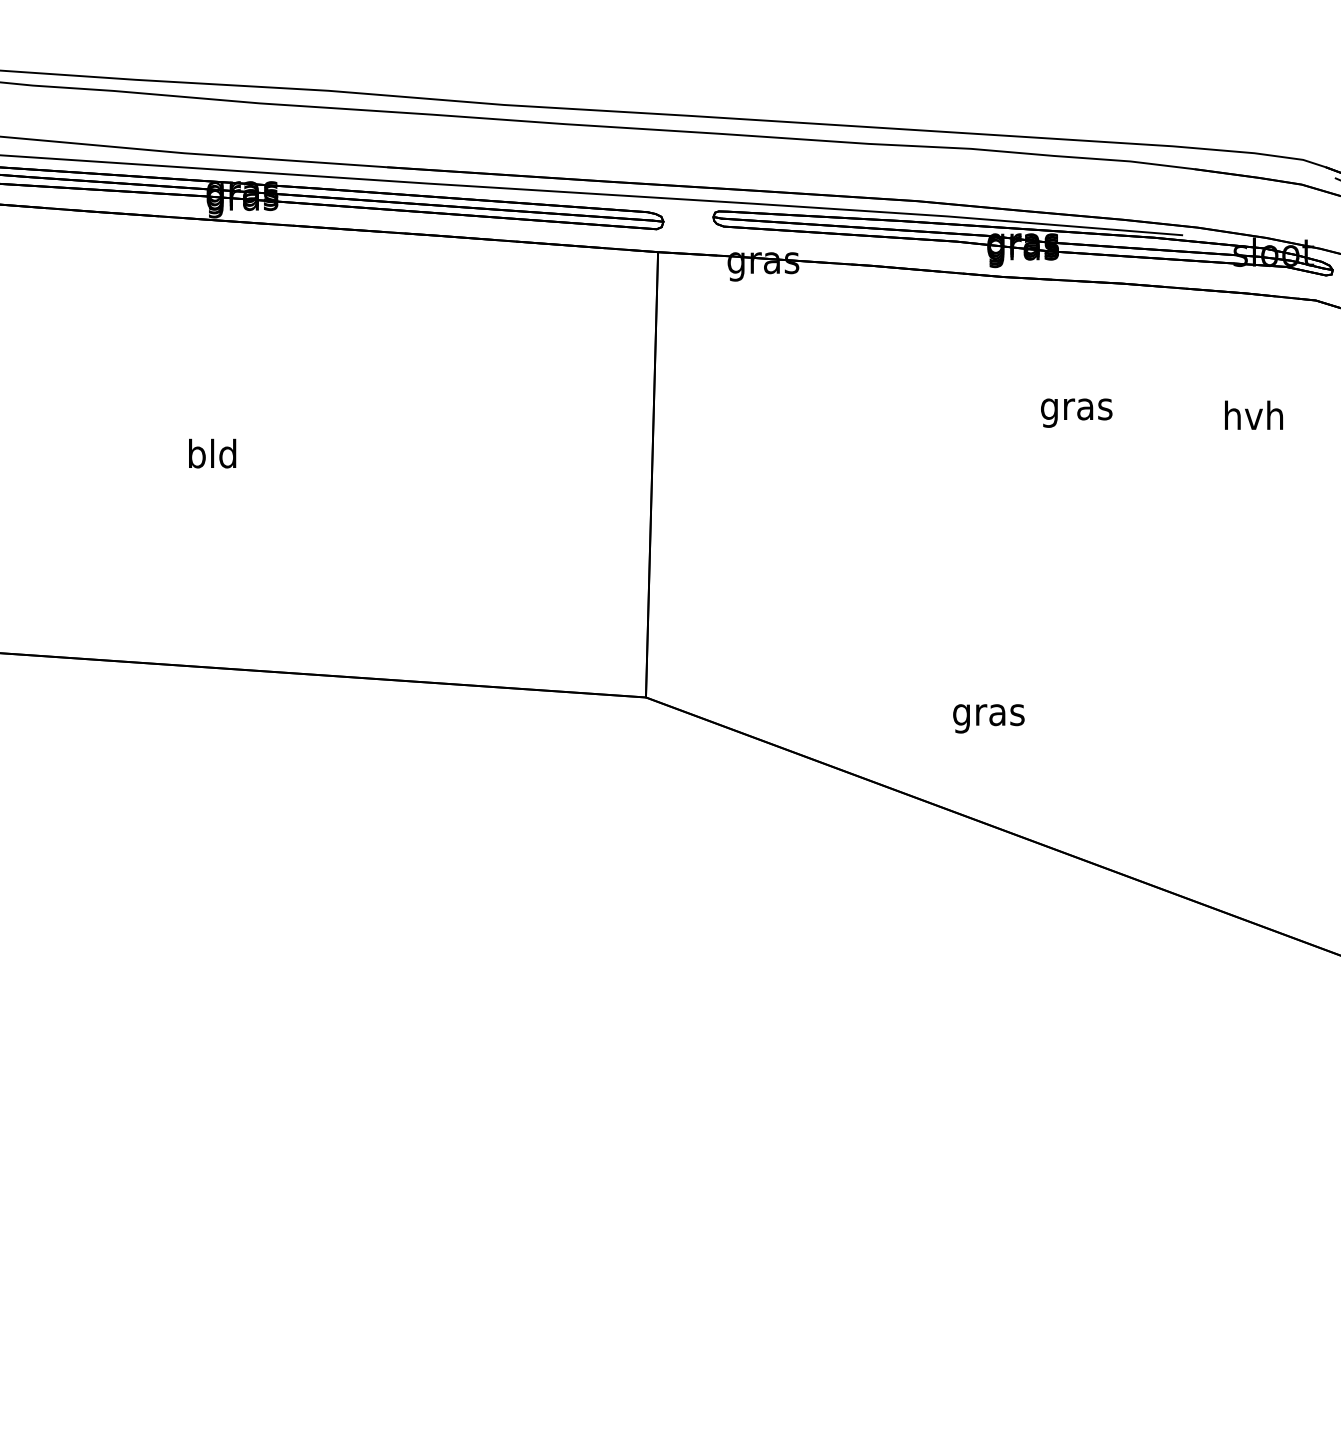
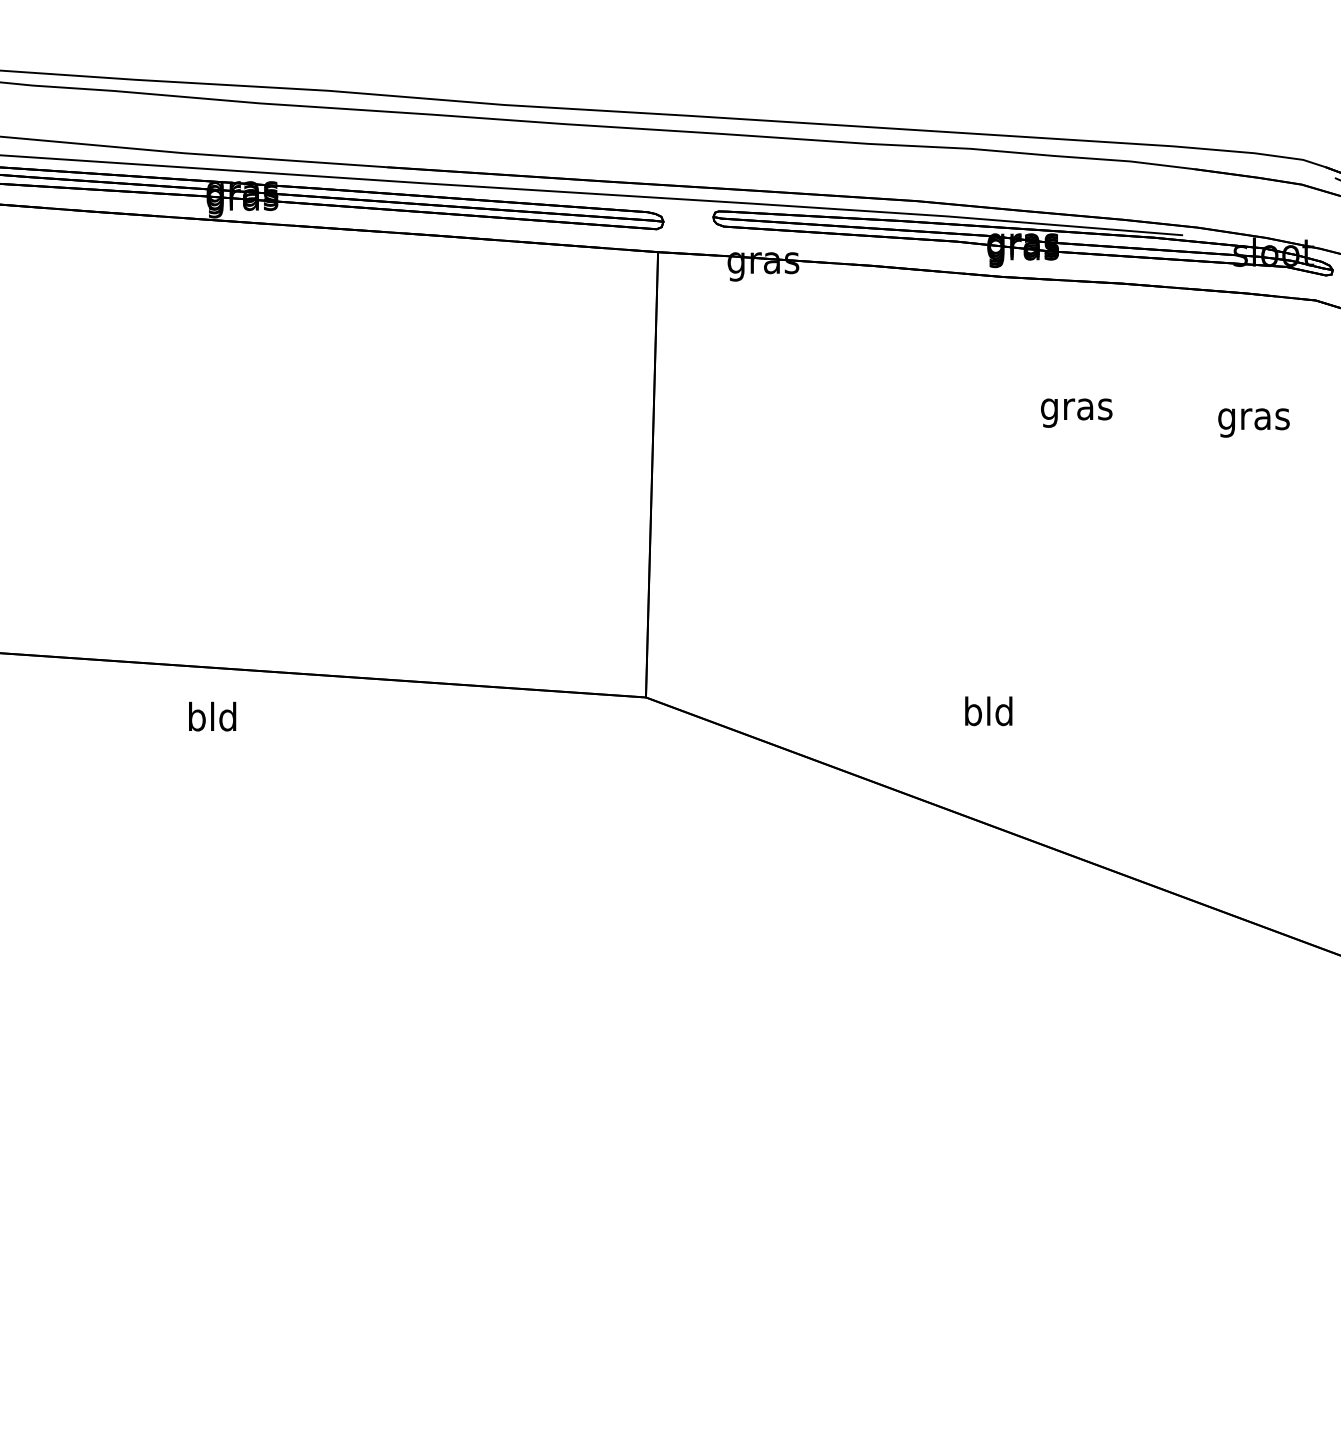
text at (1253, 418): hvh -> gras
text at (212, 453) position: (212, 453) -> (212, 716)
text at (988, 714): gras -> bld
